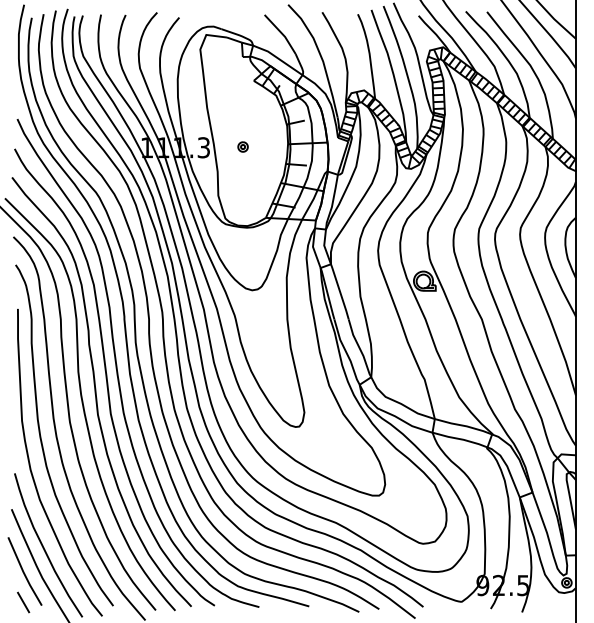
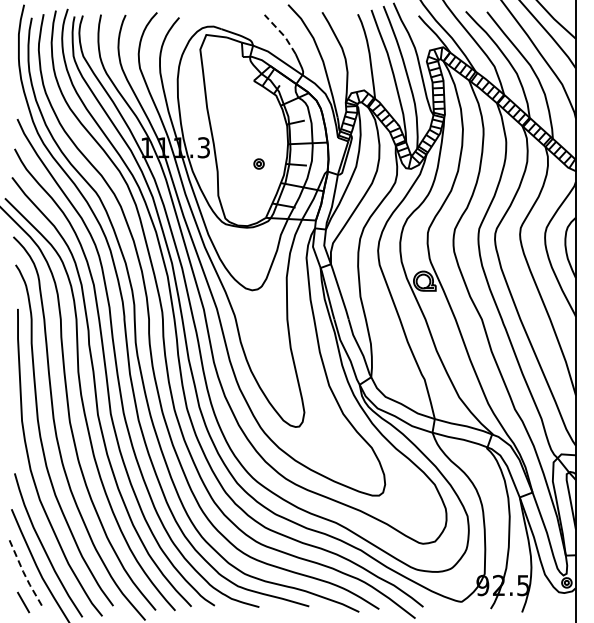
line at (281, 33): solid -> dashed
part at (242, 146) position: (242, 146) -> (258, 163)
line at (23, 571): solid -> dashed
